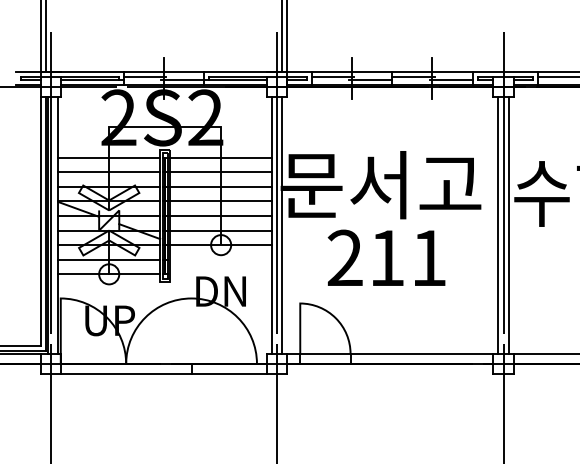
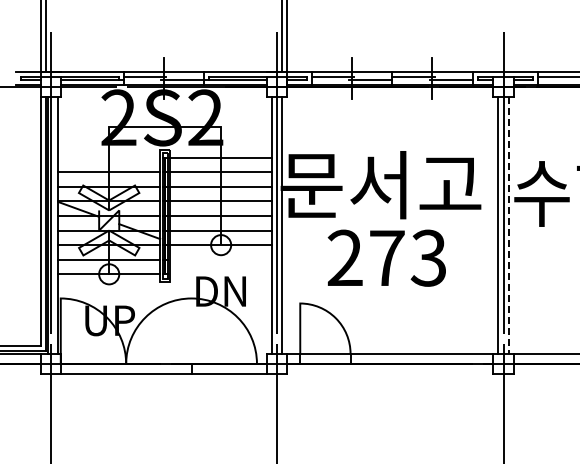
line at (109, 157): present -> none
line at (508, 226): solid -> dashed
text at (407, 257): 211 -> 273
